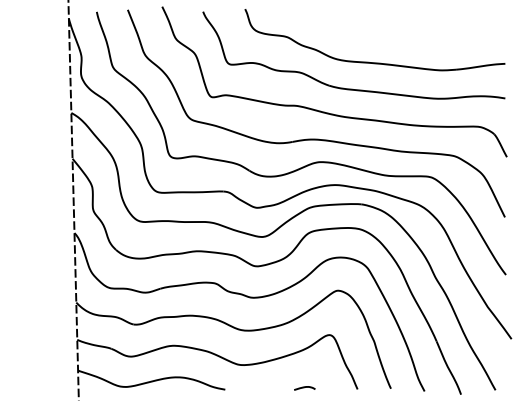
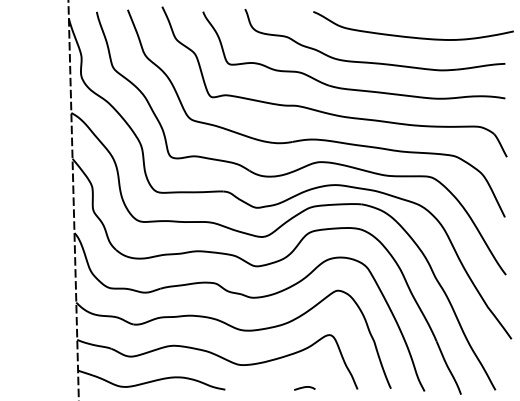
curve at (413, 36): none -> present
